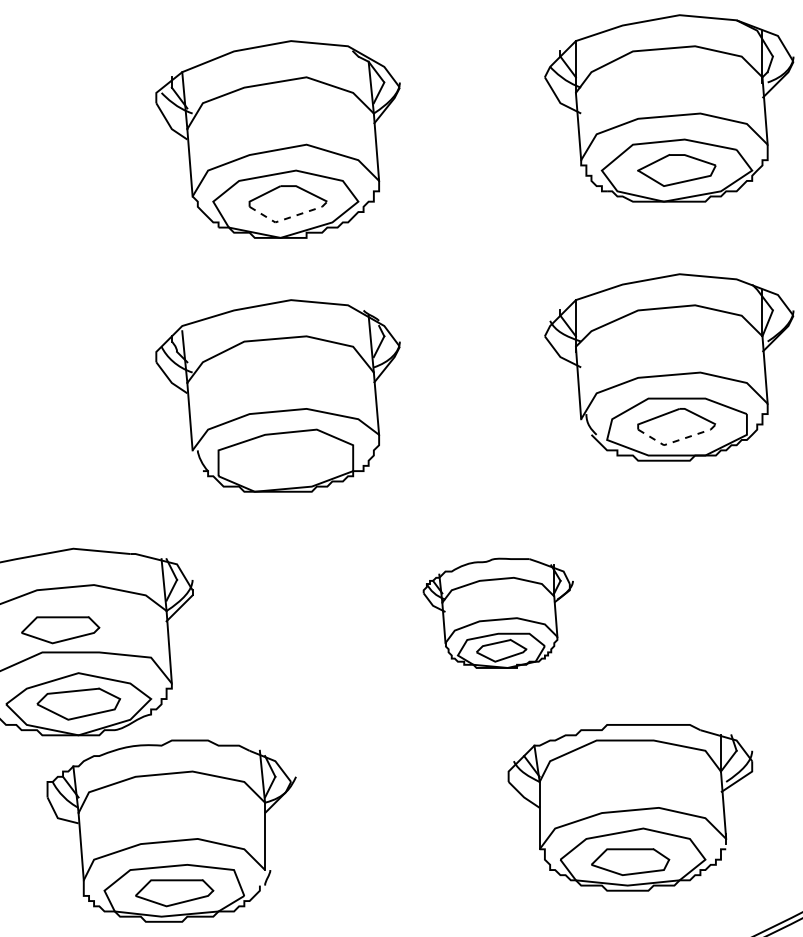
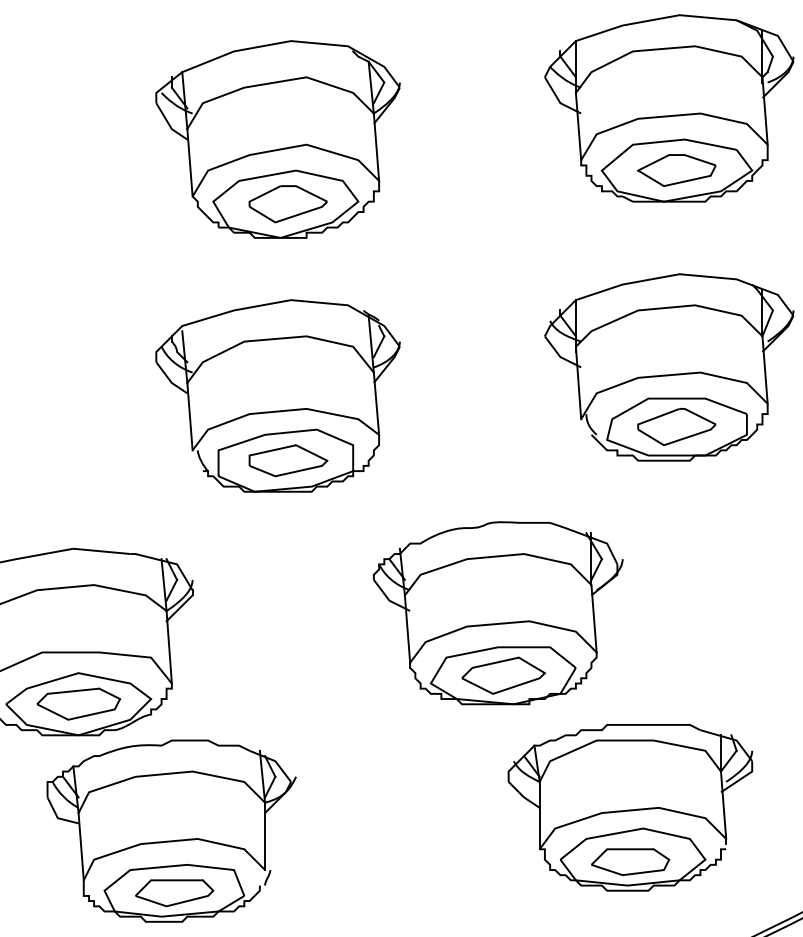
line at (288, 218): dashed -> solid
line at (677, 440): dashed -> solid
part at (288, 460): none -> present
part at (497, 612) size: 152x112 px -> 251x185 px
part at (60, 630): present -> none
